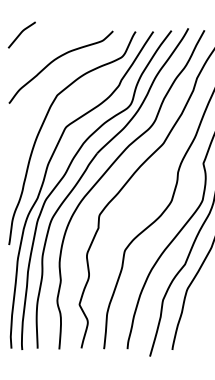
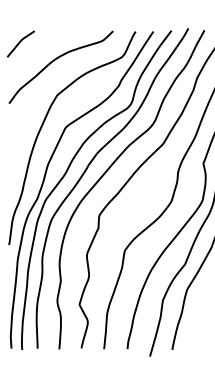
curve at (21, 33) position: (21, 33) -> (20, 42)
